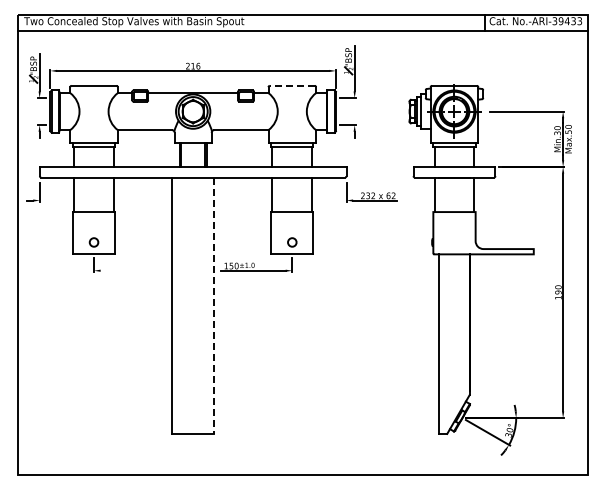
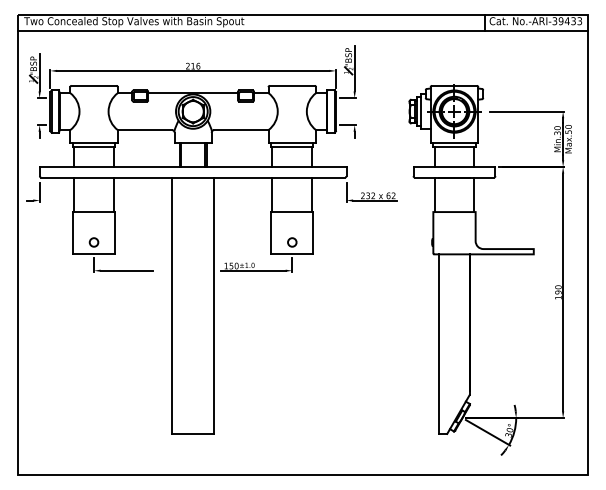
line at (291, 85): dashed -> solid
line at (126, 270): none -> present
line at (214, 306): dashed -> solid
